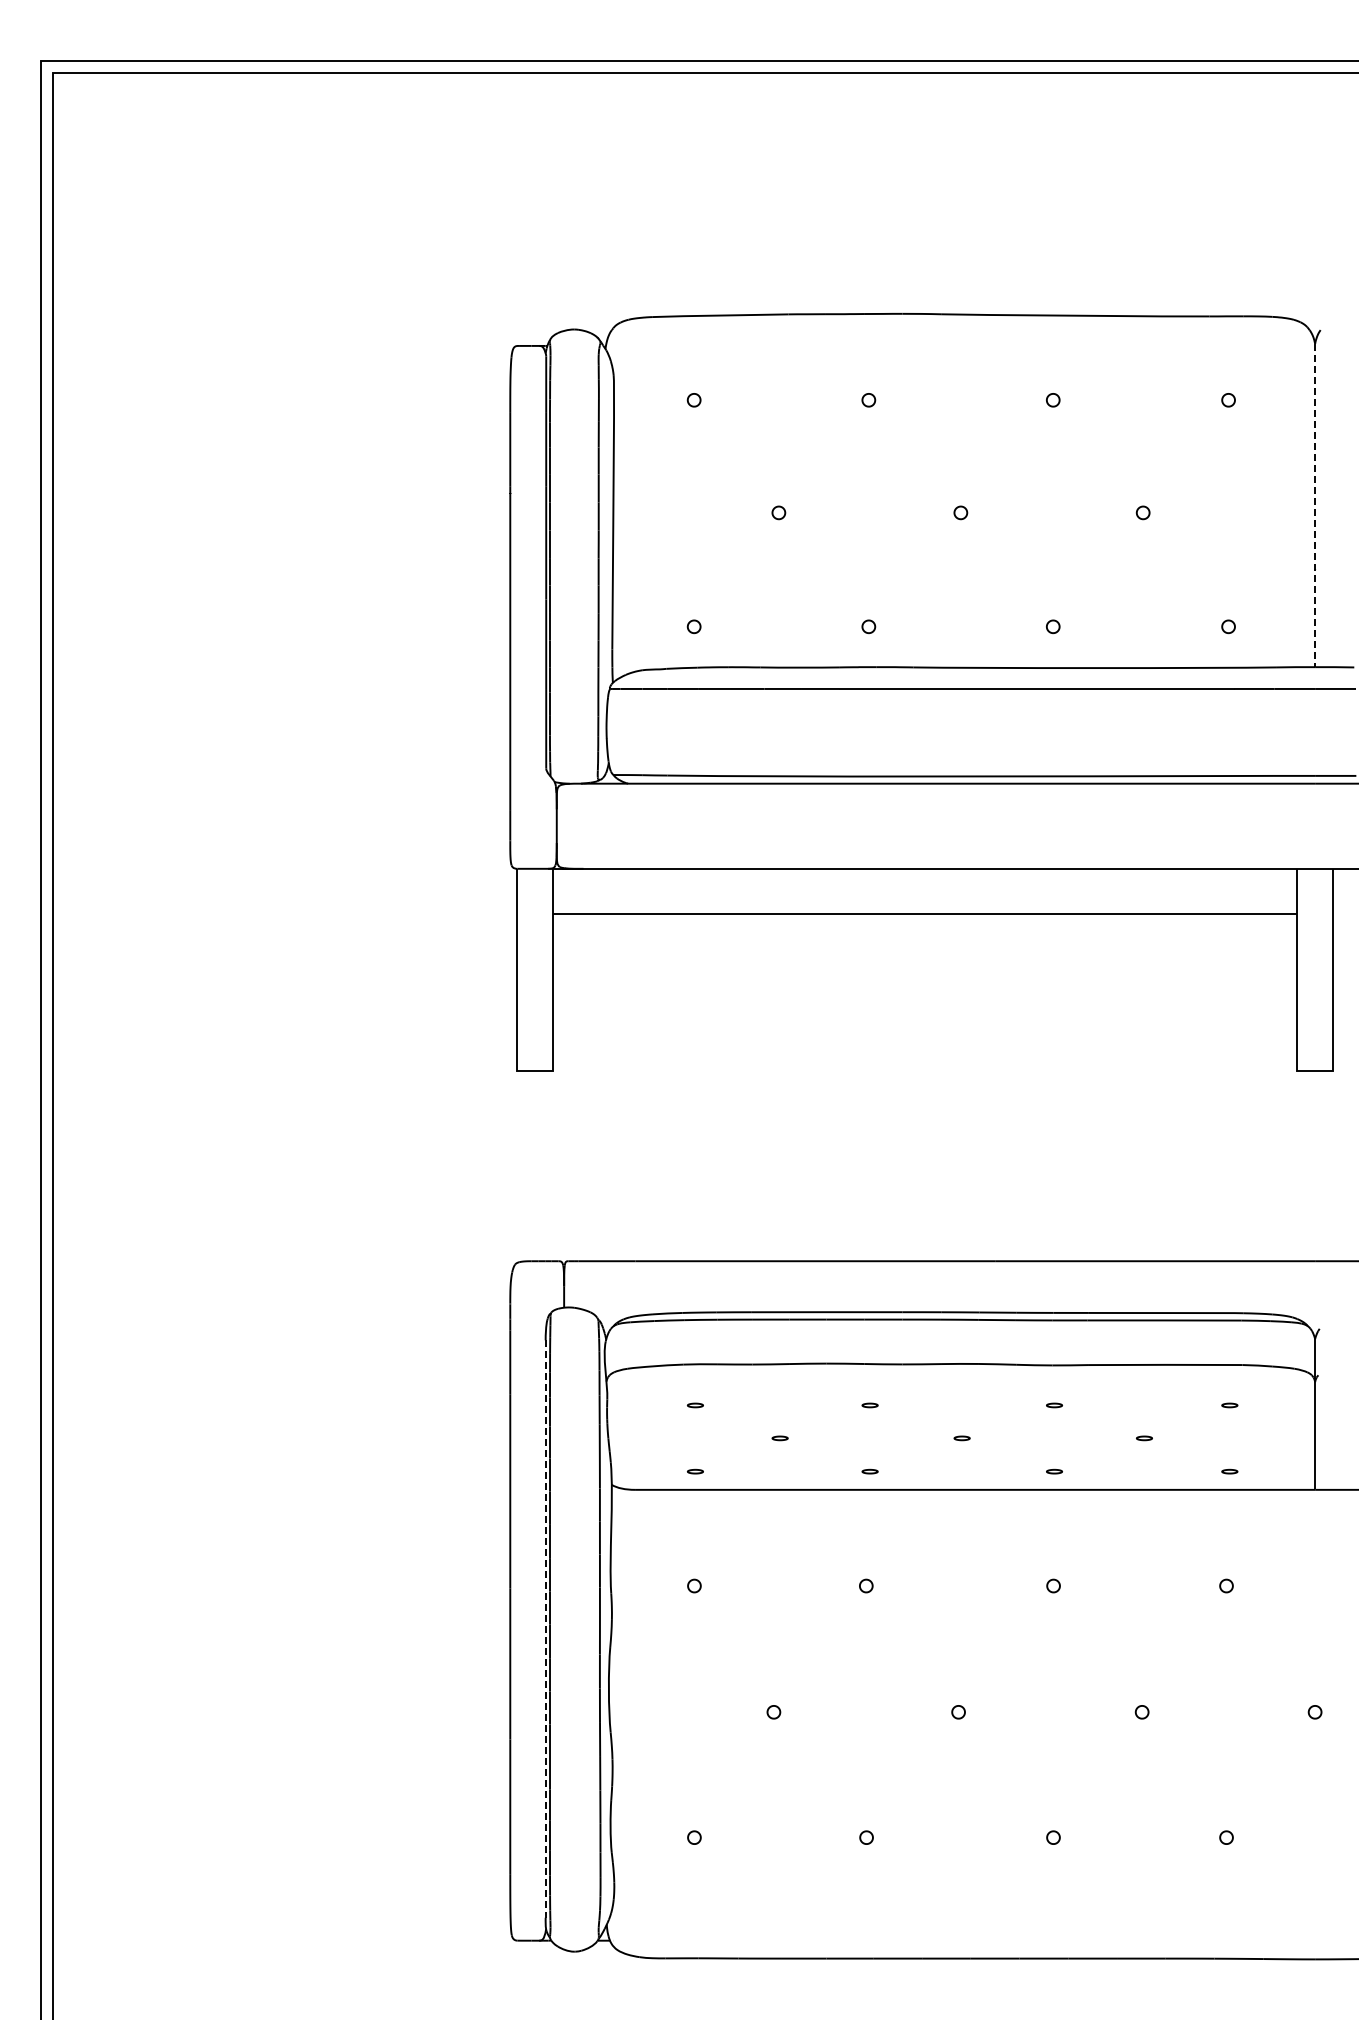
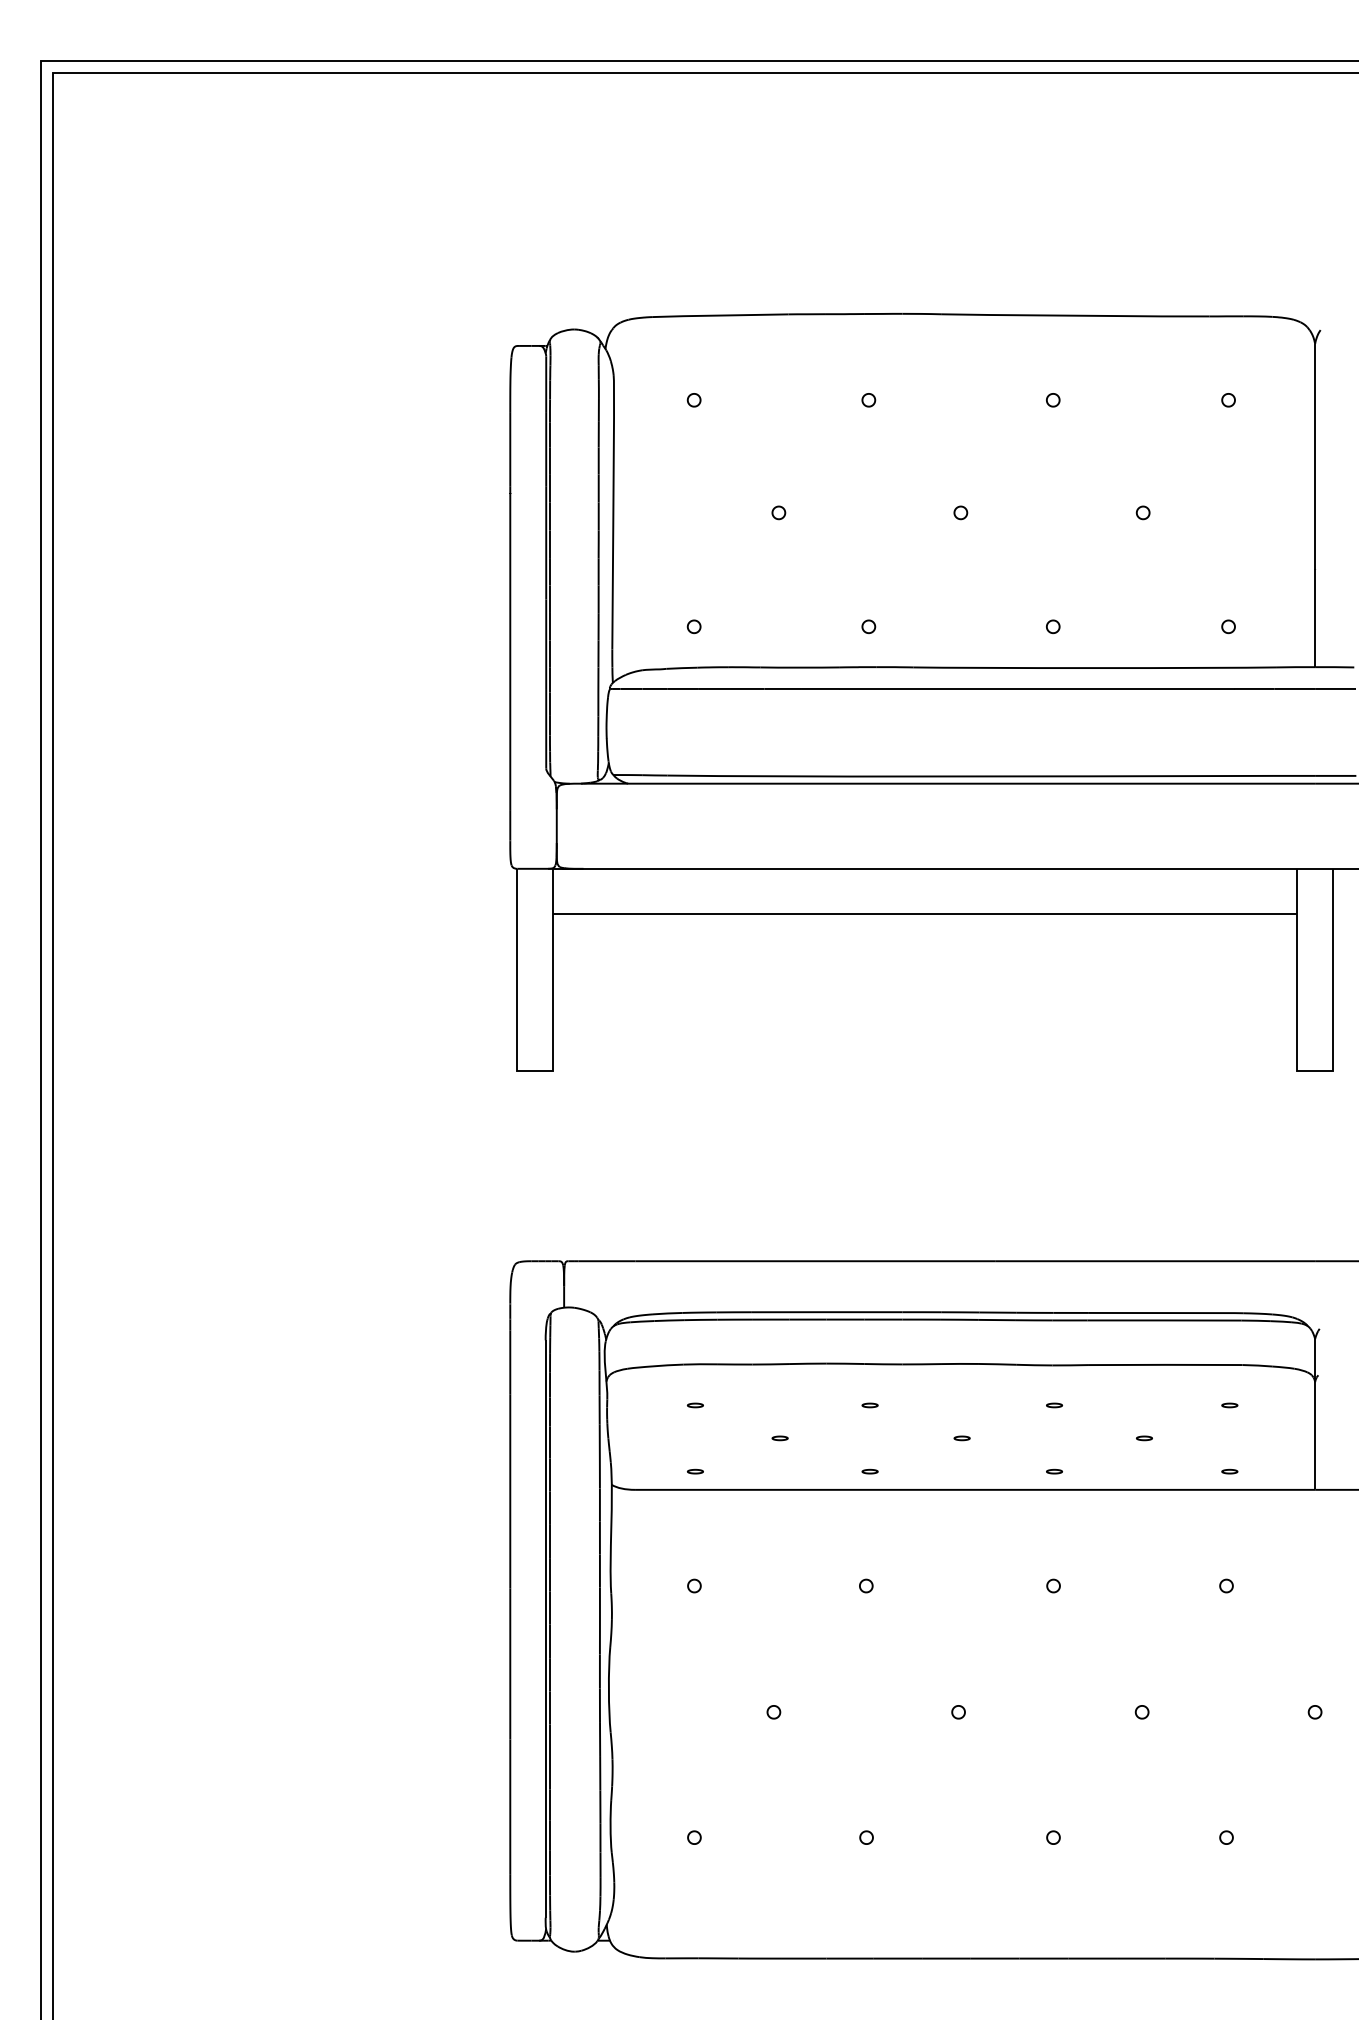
line at (1315, 505): dashed -> solid
line at (545, 1629): dashed -> solid
